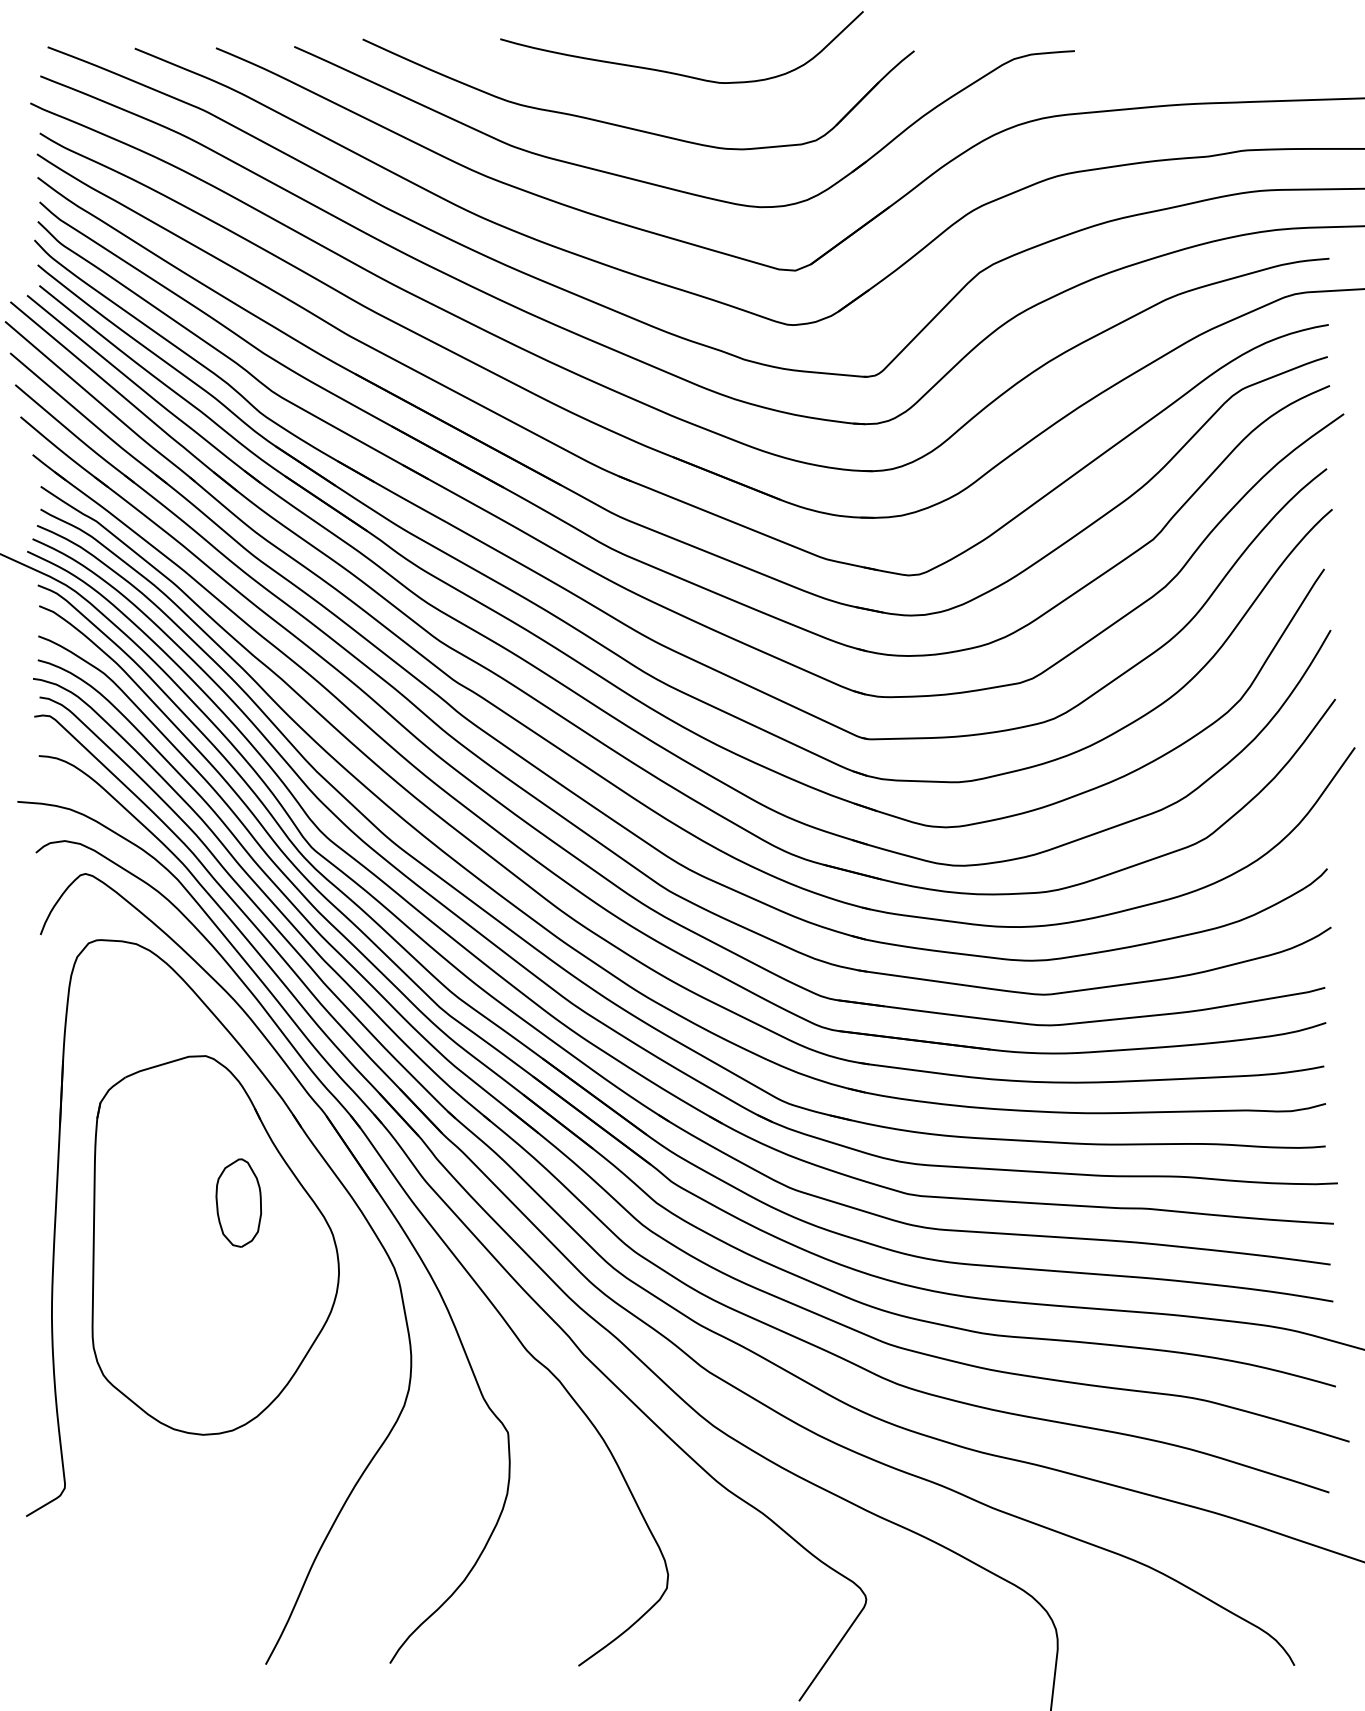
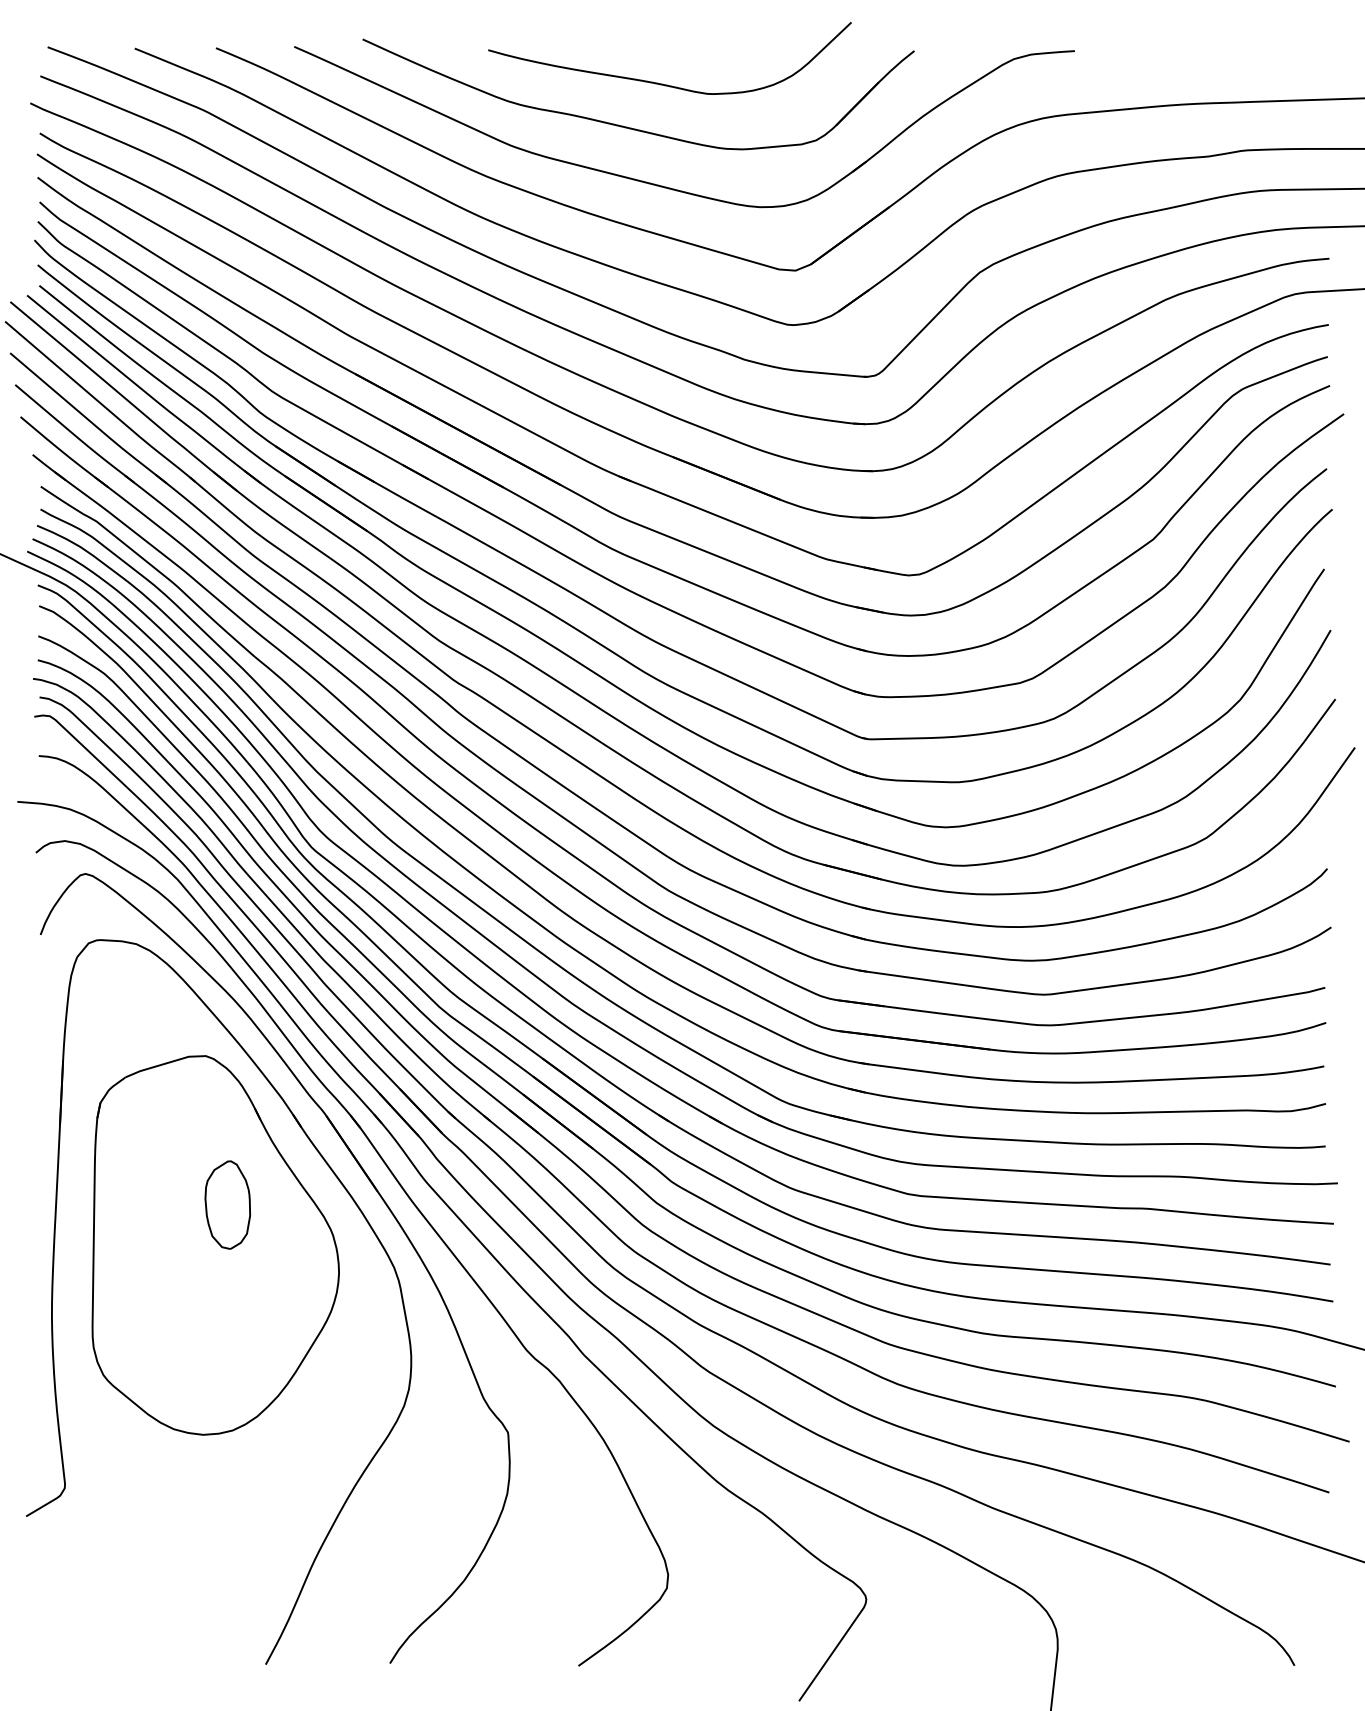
curve at (674, 72) position: (674, 72) -> (662, 83)
part at (238, 1202) position: (238, 1202) -> (227, 1204)
